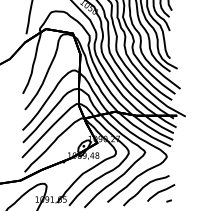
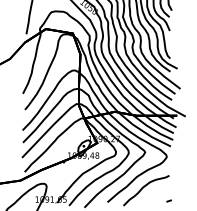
line at (161, 192): present -> none
